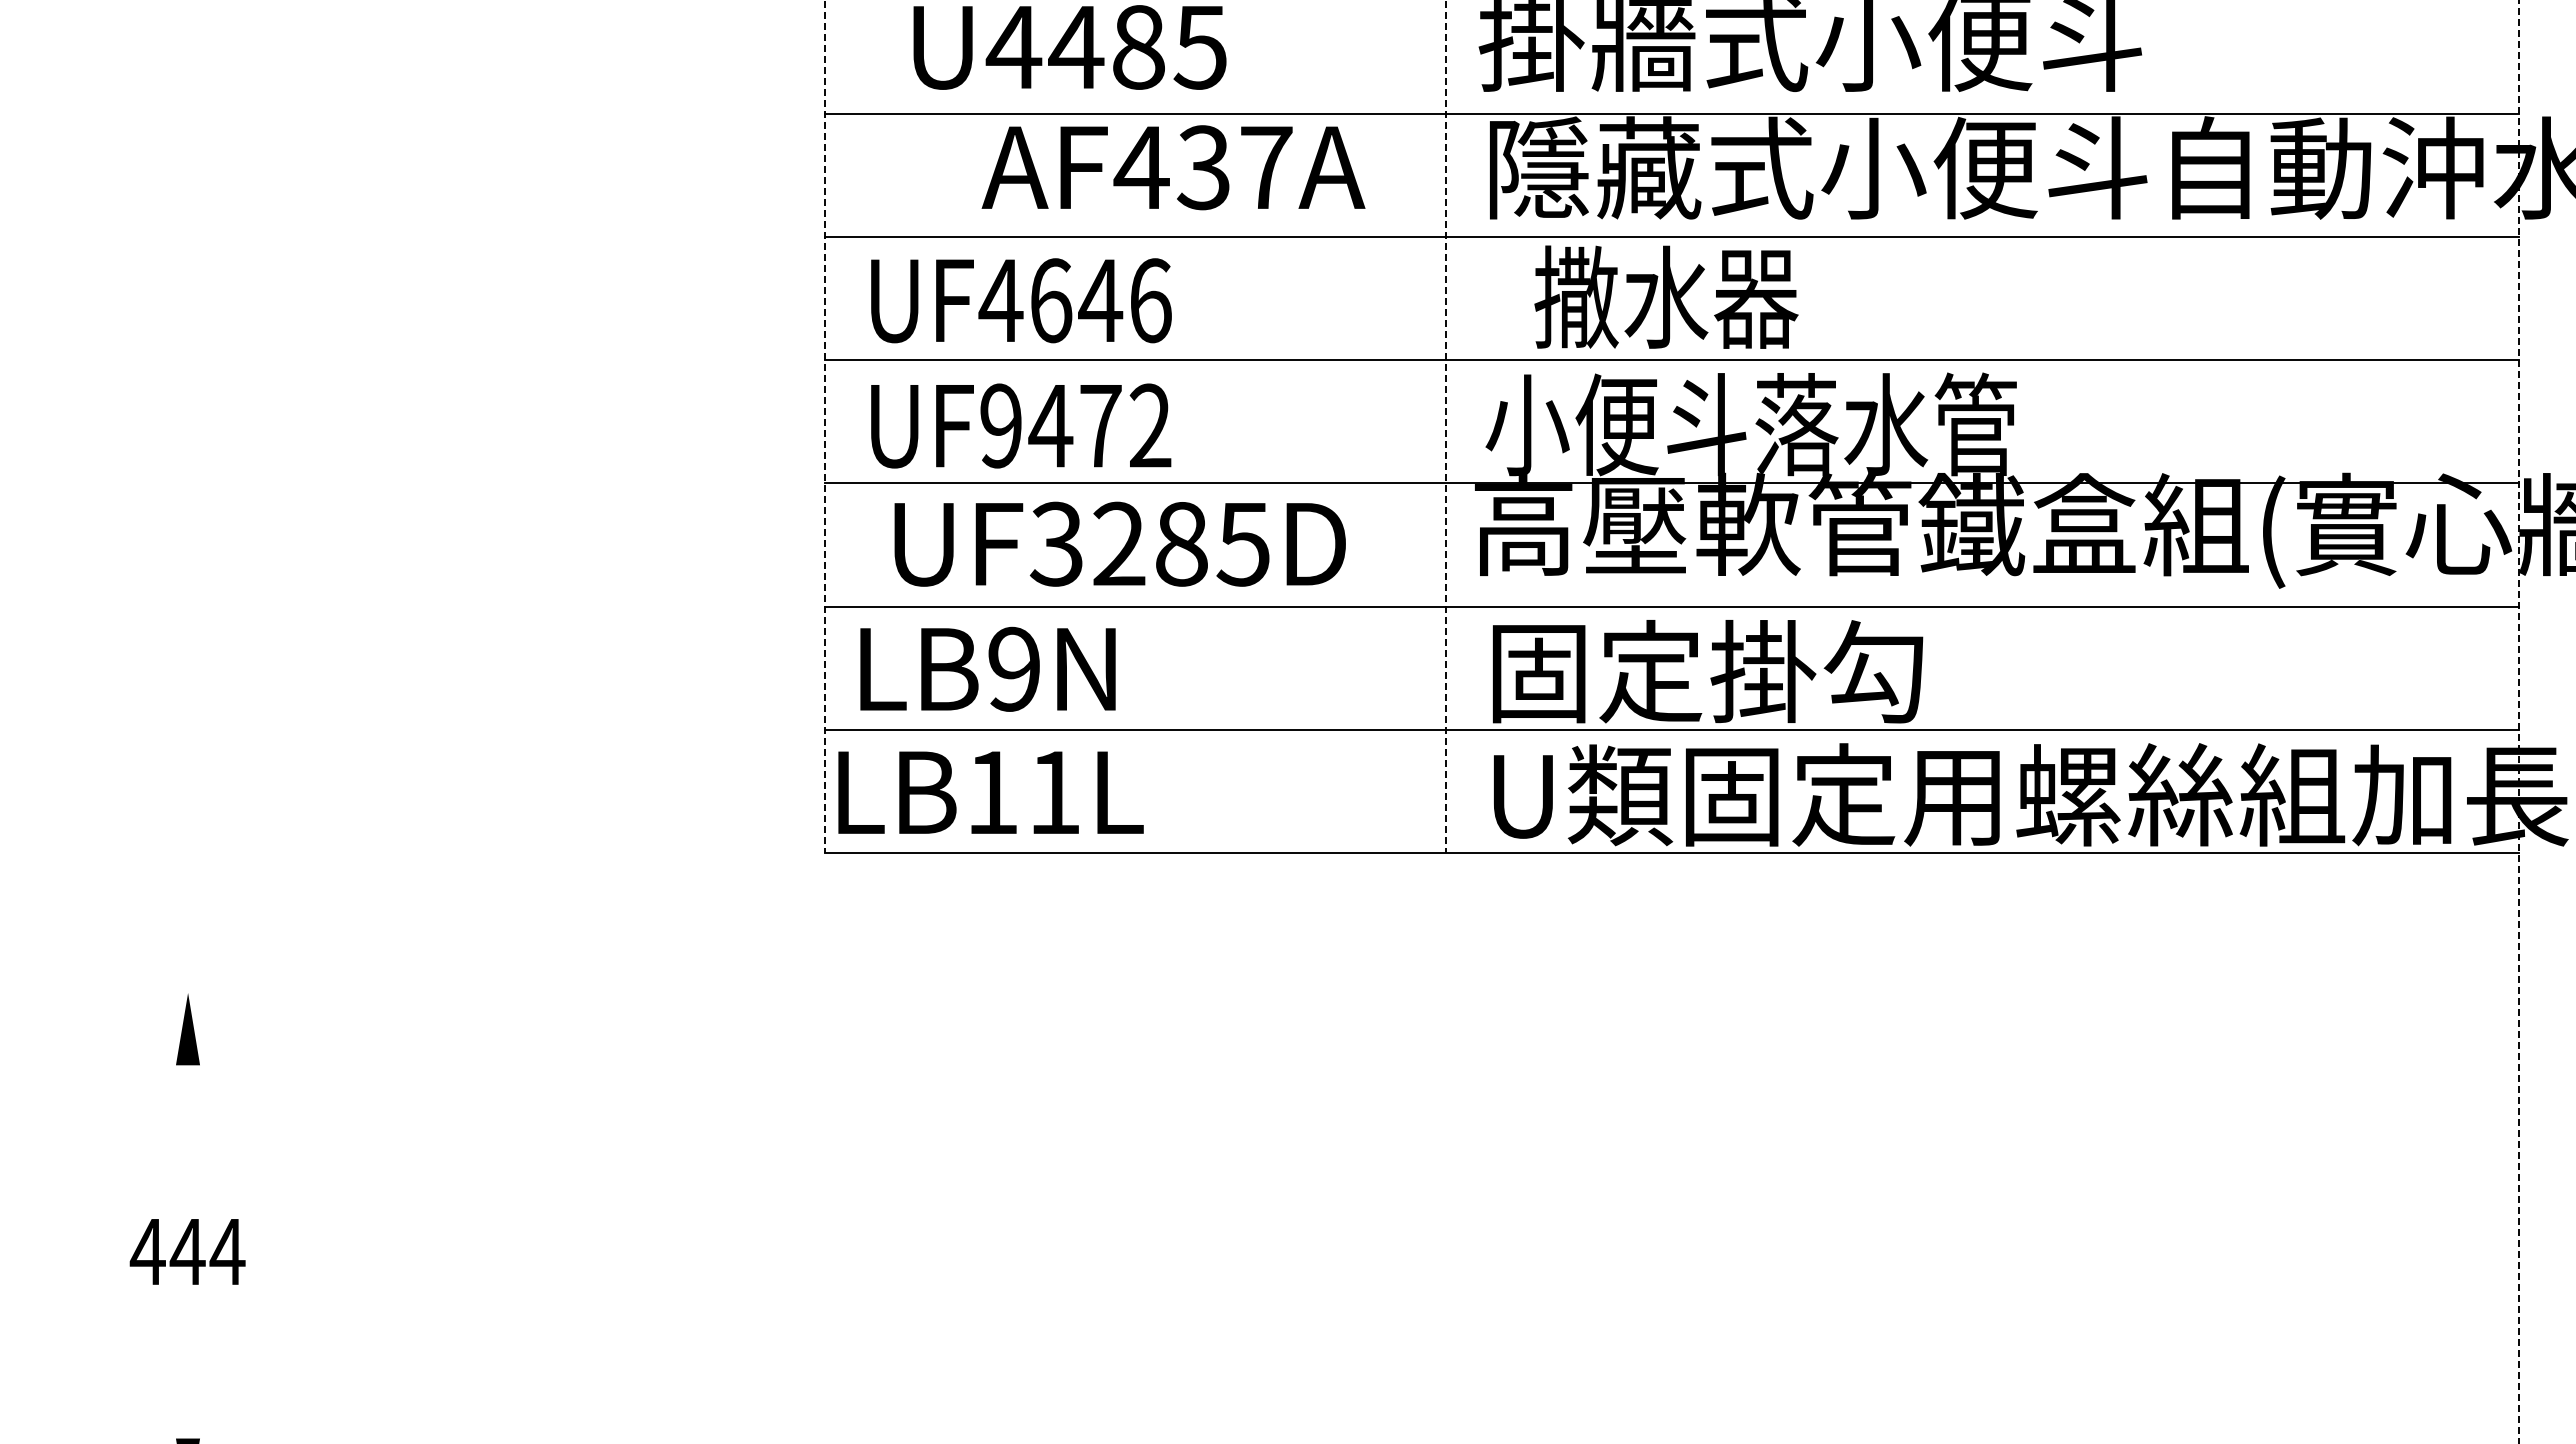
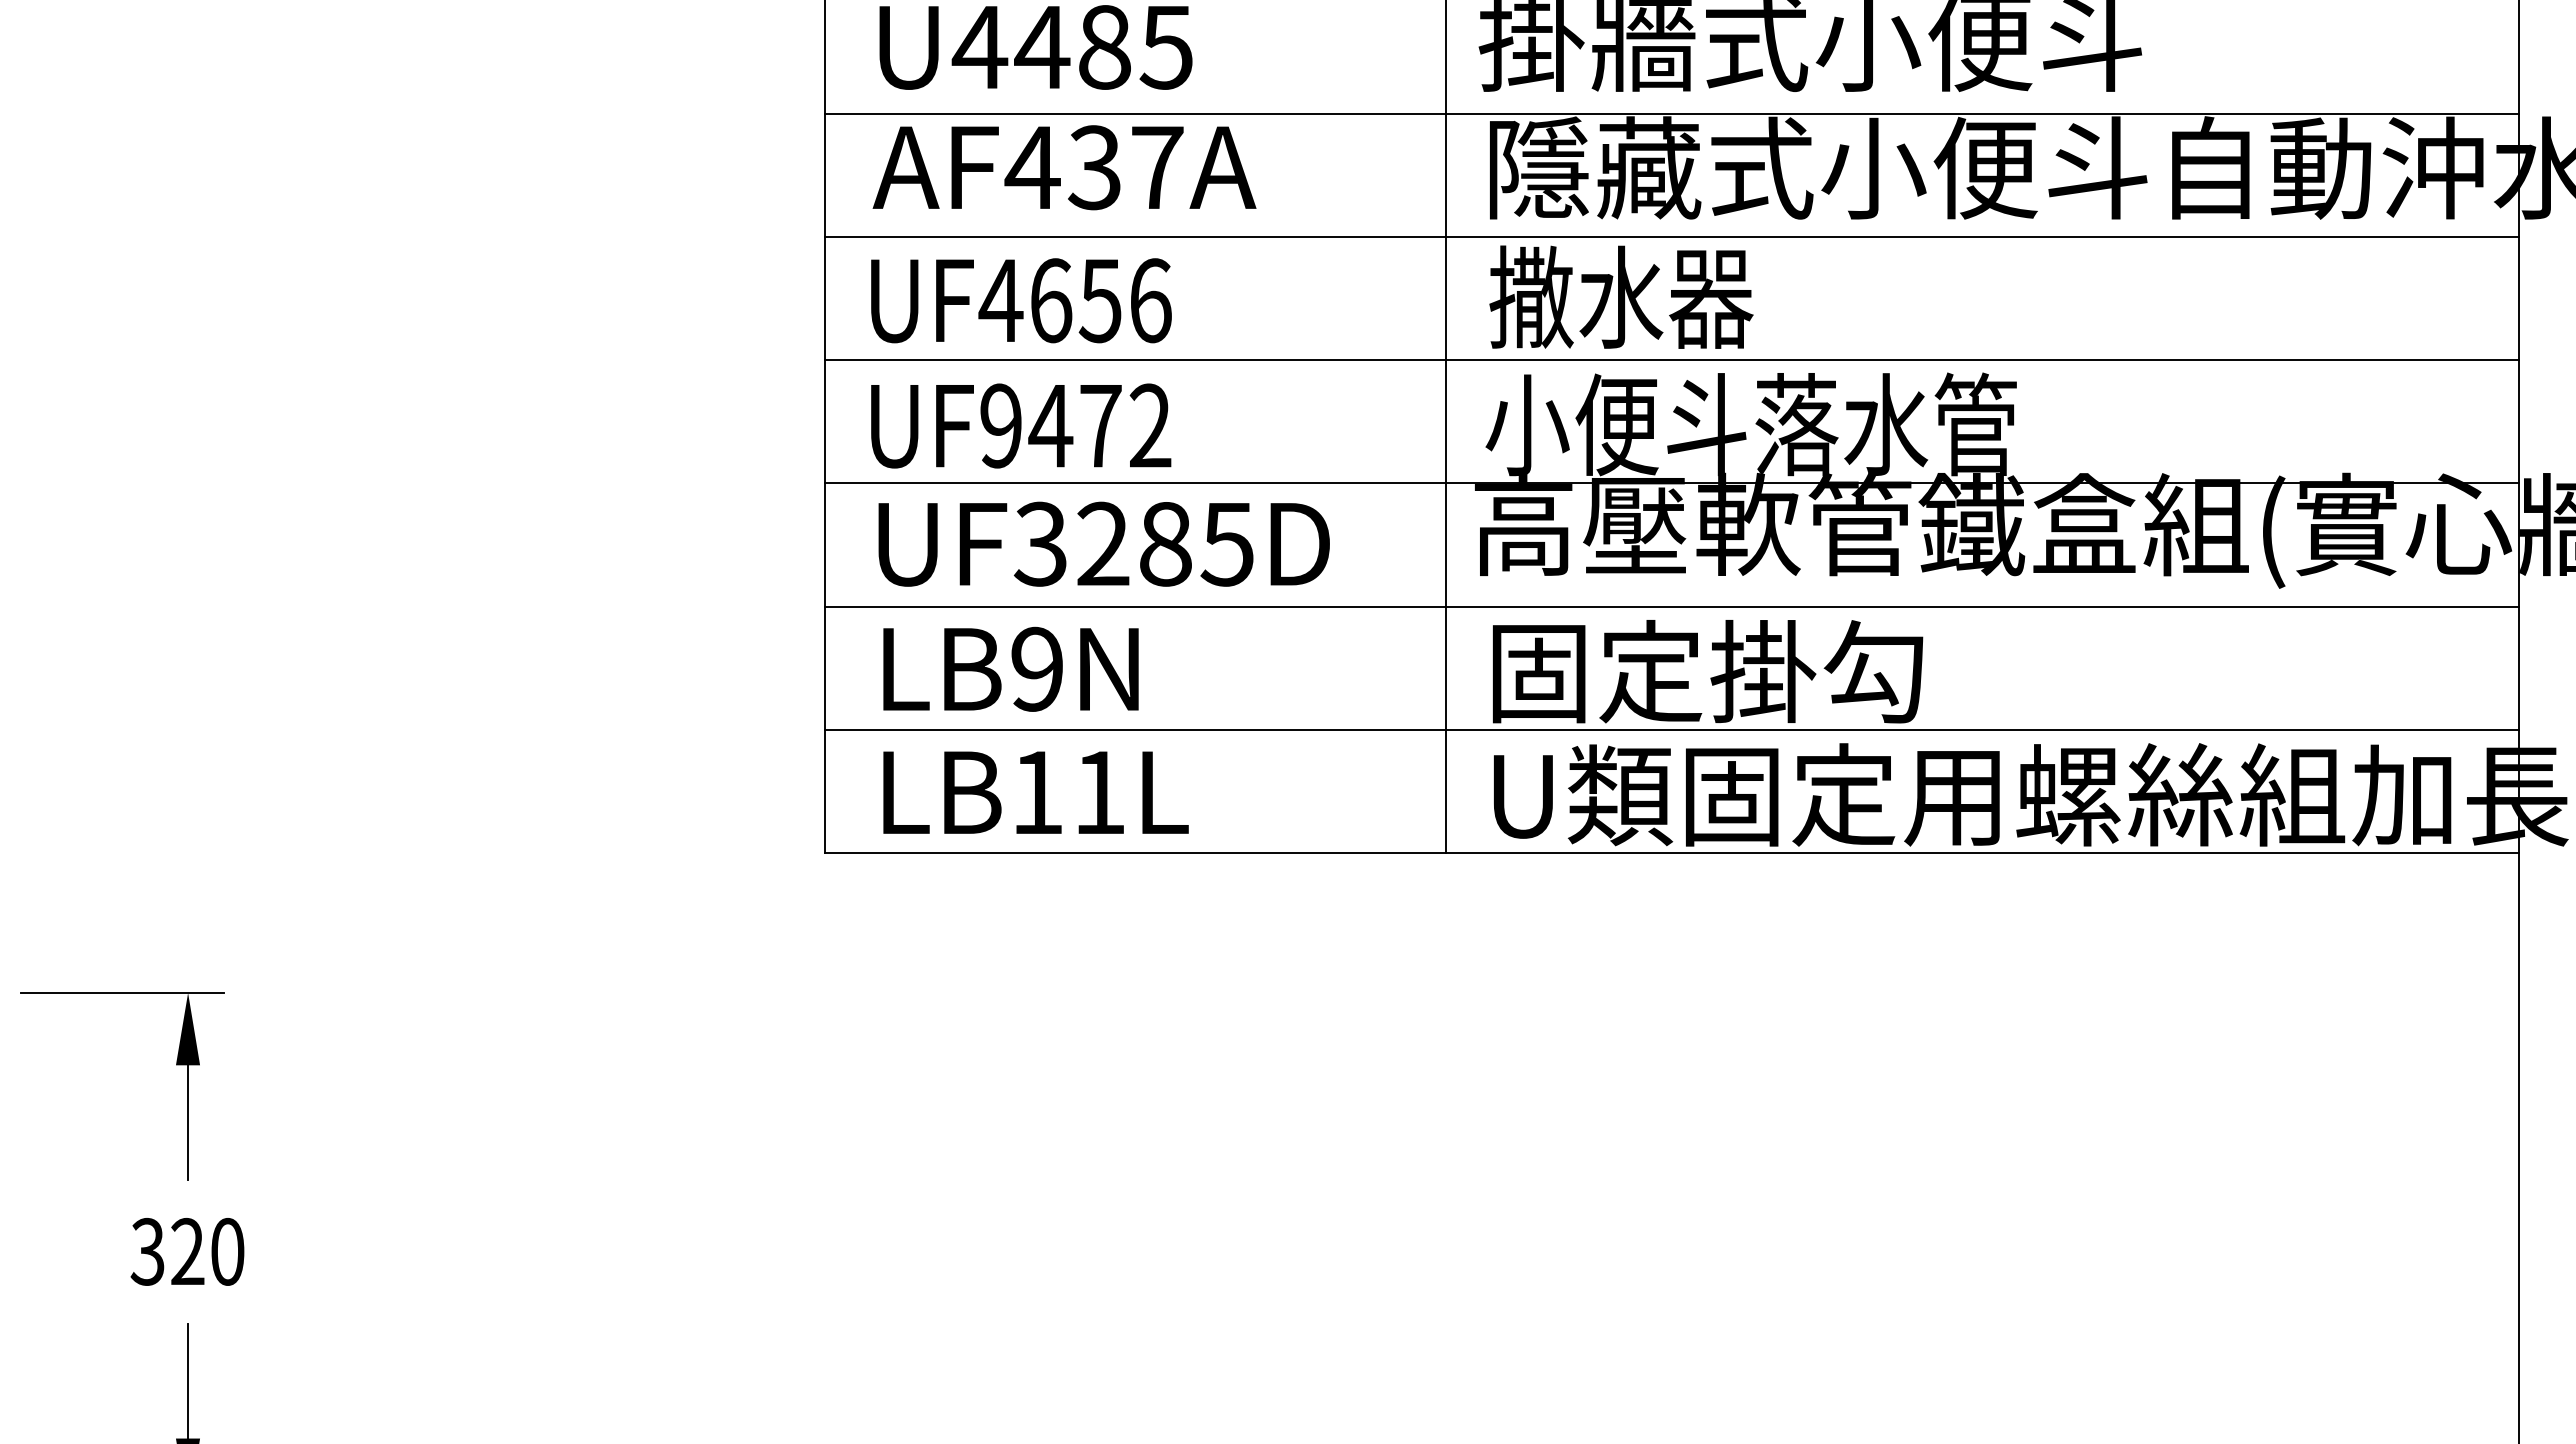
text at (1069, 47) position: (1069, 47) -> (1035, 47)
text at (1173, 167) position: (1173, 167) -> (1064, 167)
text at (1666, 296) position: (1666, 296) -> (1621, 296)
text at (1100, 301): UF4646 -> UF4656
line at (825, 426): dashed -> solid
line at (1445, 426): dashed -> solid
text at (1119, 543) position: (1119, 543) -> (1103, 543)
text at (987, 668) position: (987, 668) -> (1010, 668)
line at (2518, 721): dashed -> solid
text at (990, 792) position: (990, 792) -> (1035, 792)
line at (122, 992): none -> present
line at (188, 1122): none -> present
text at (187, 1251): 444 -> 320
line at (188, 1381): none -> present
